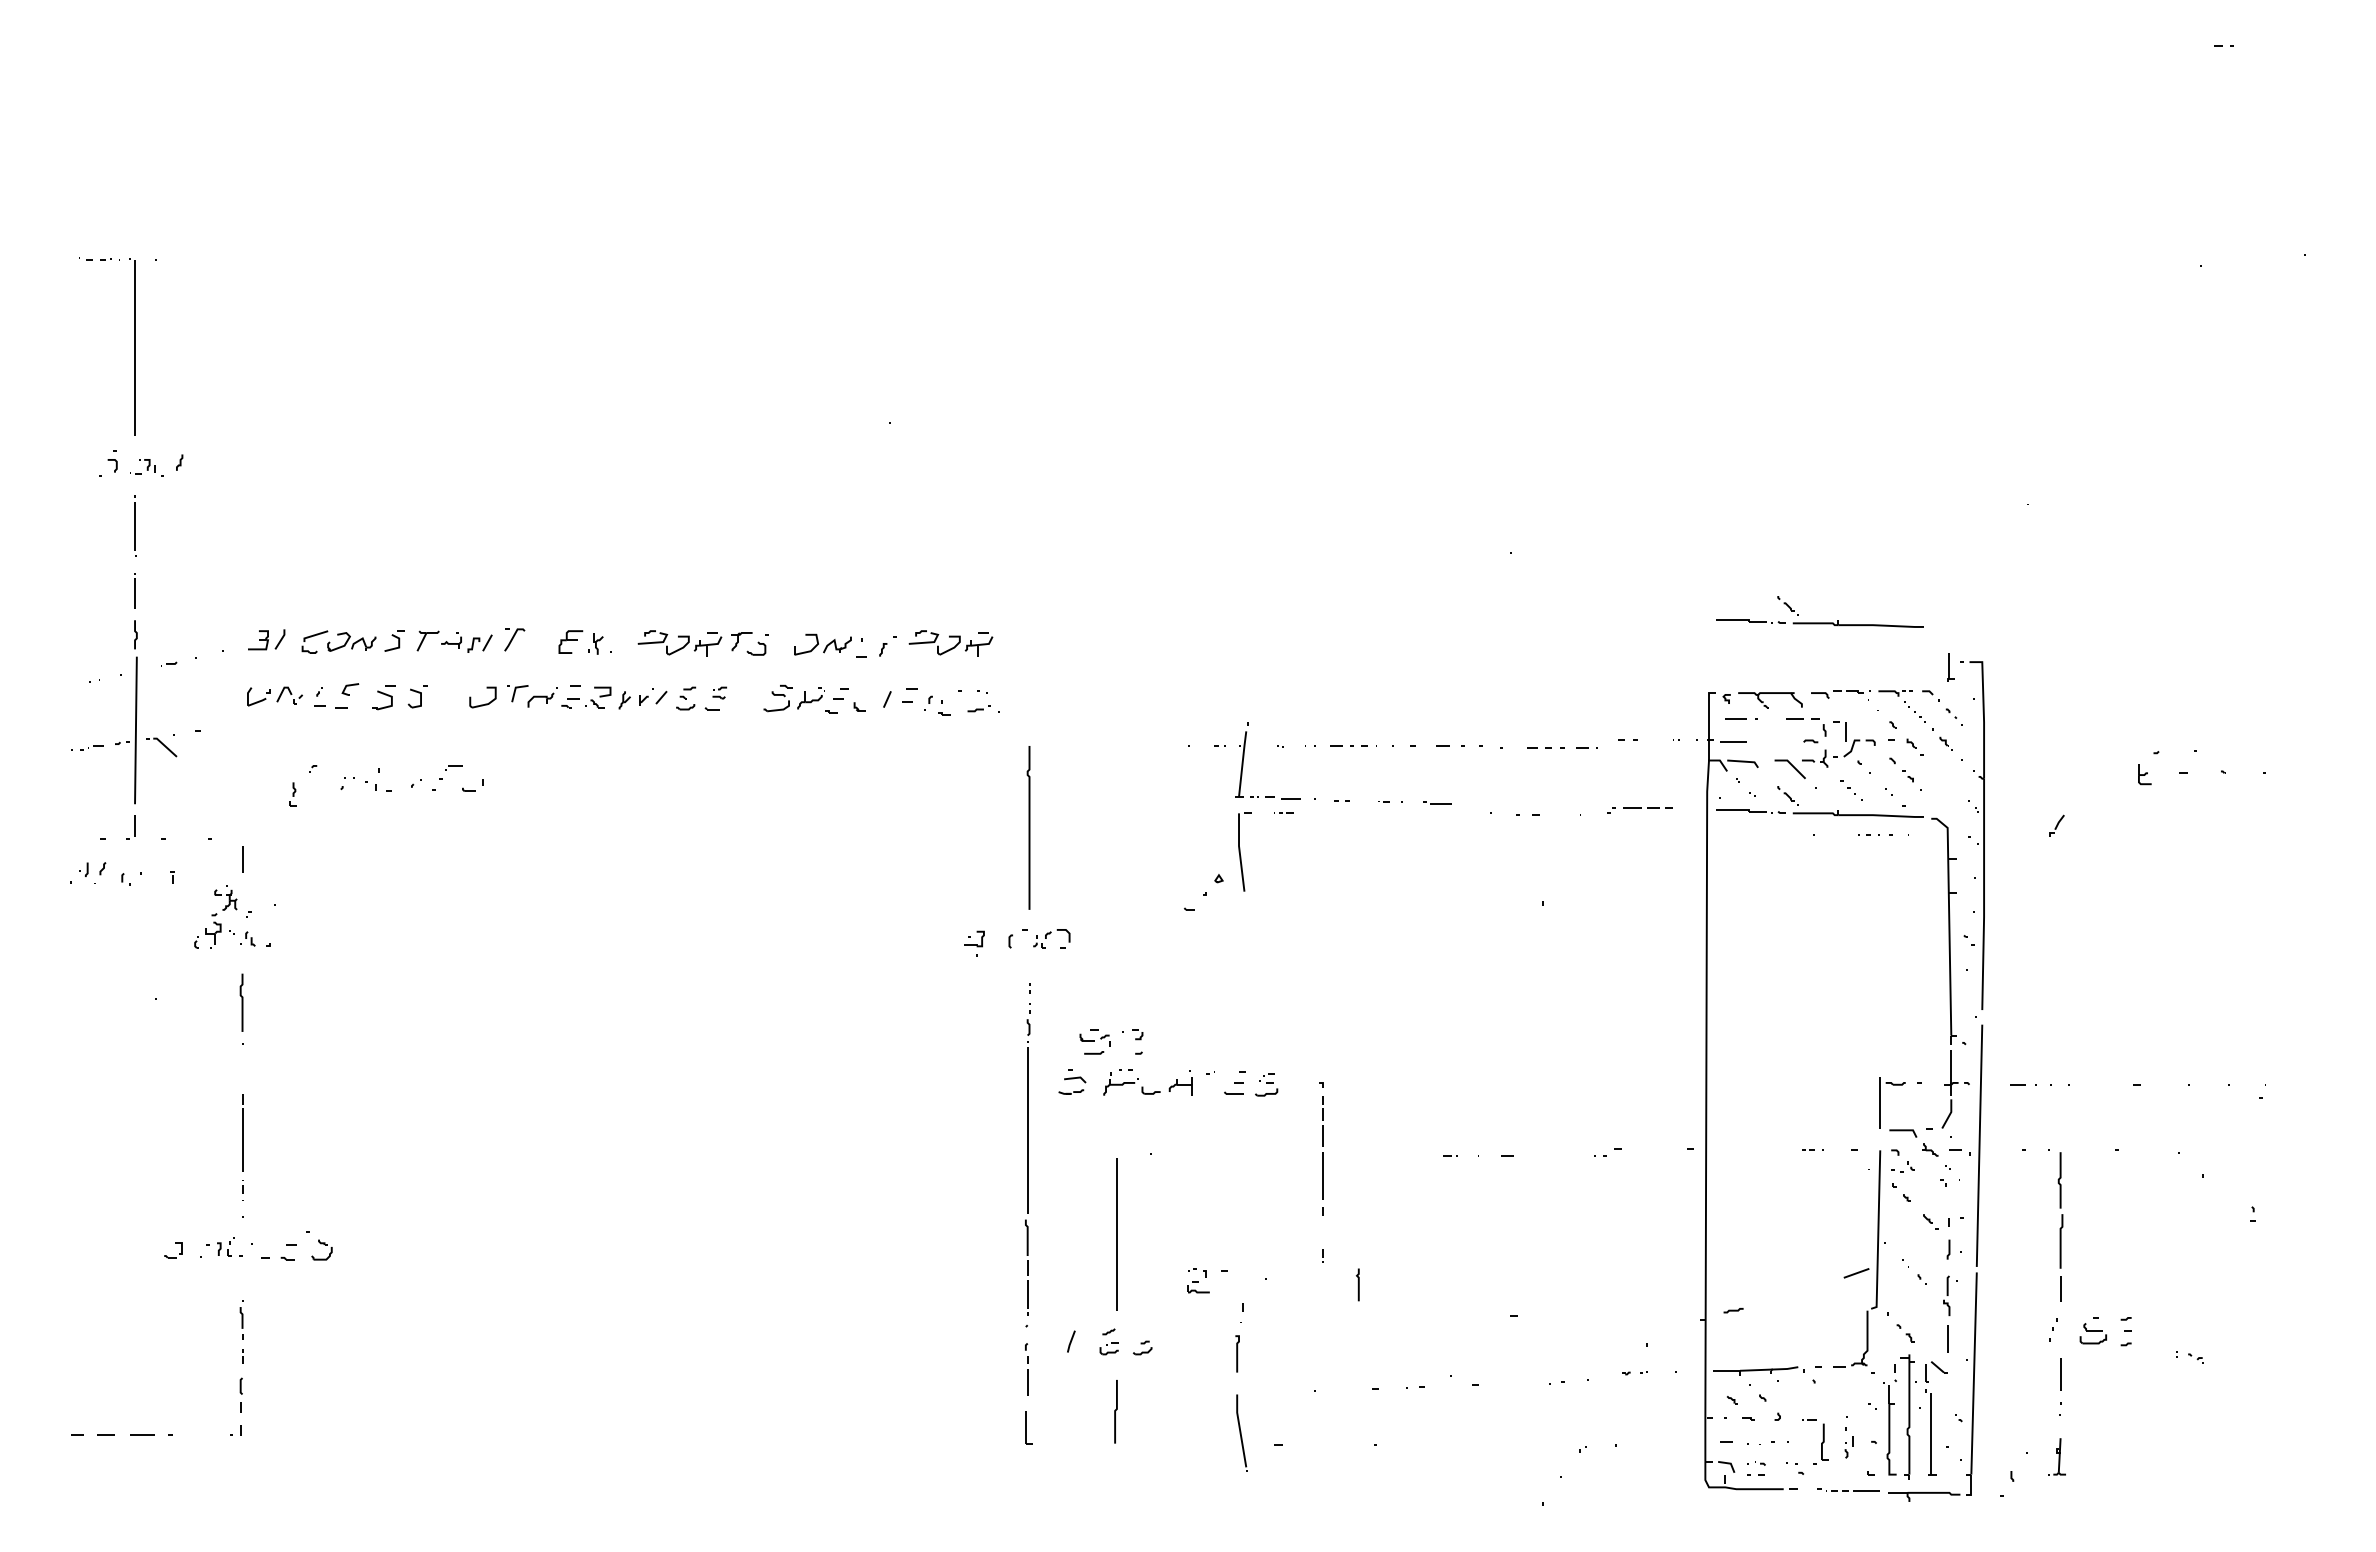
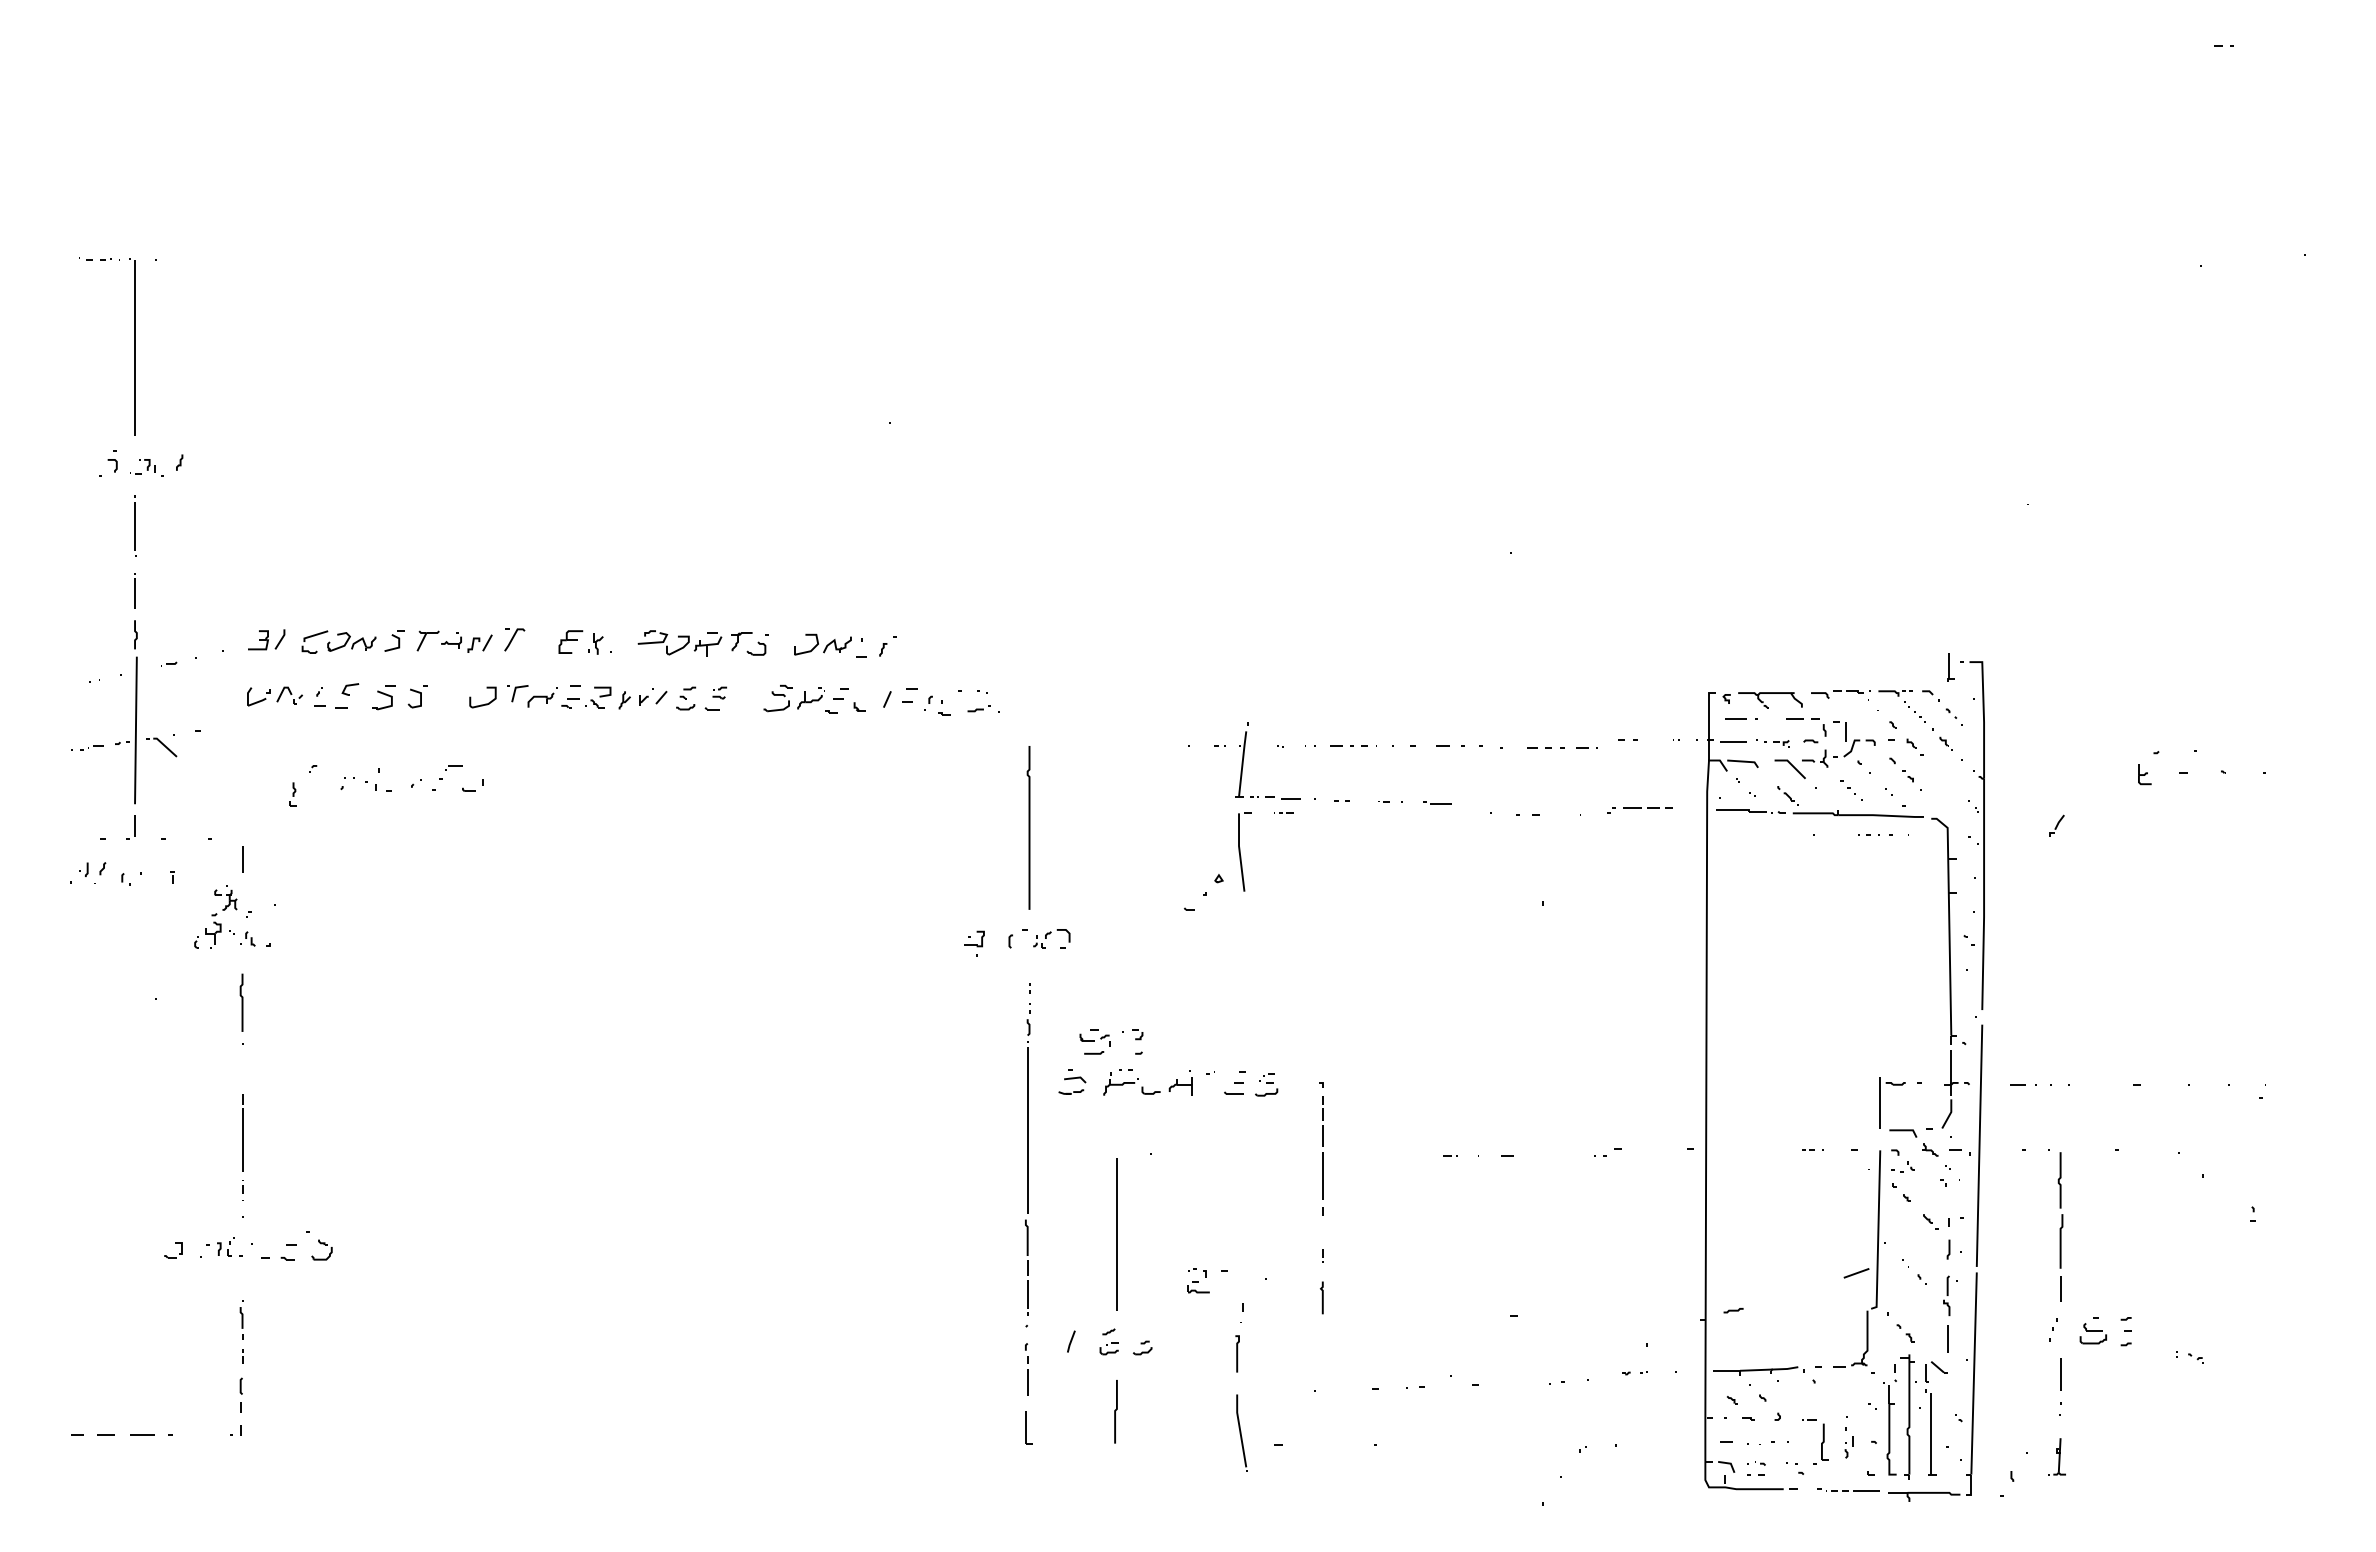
part at (1819, 622): present -> none
part at (950, 643): present -> none
part at (1772, 743): none -> present
line at (1357, 1284) position: (1357, 1284) -> (1321, 1297)
